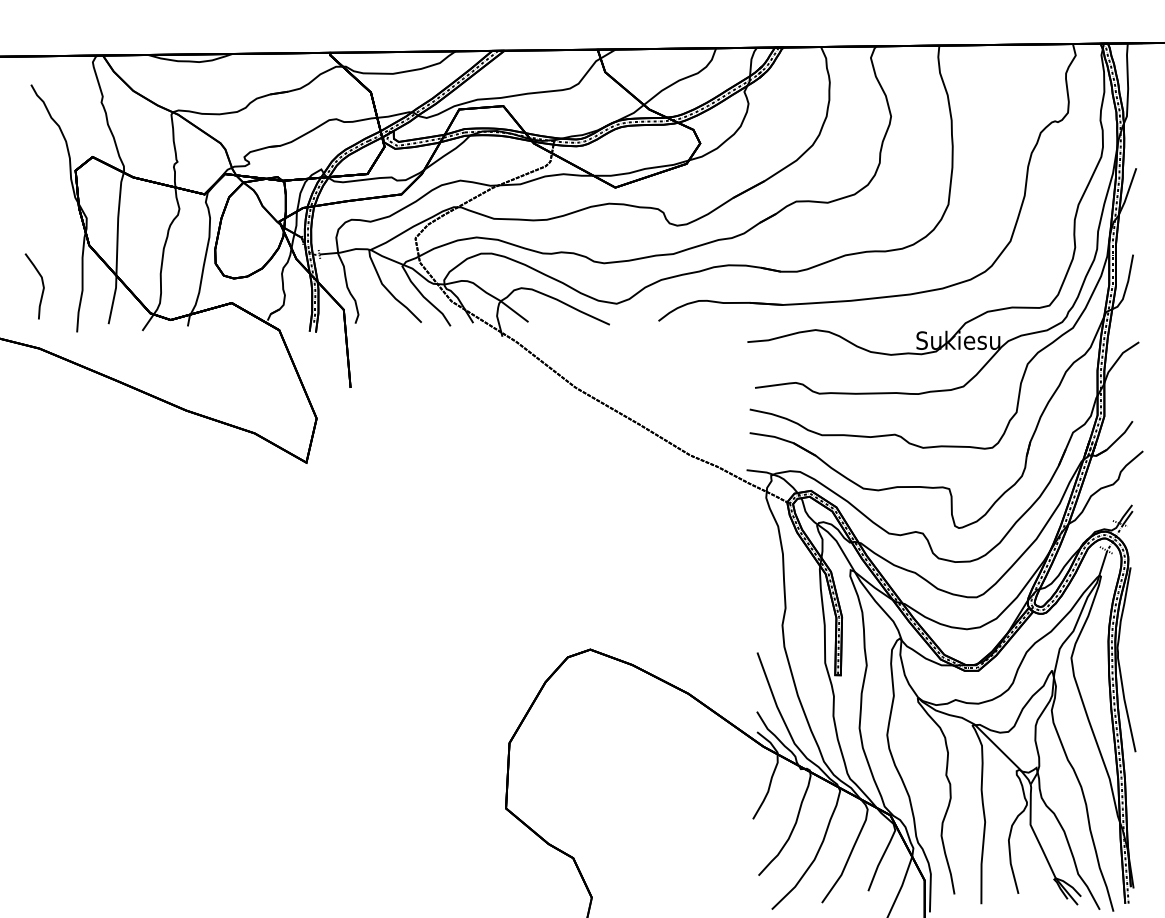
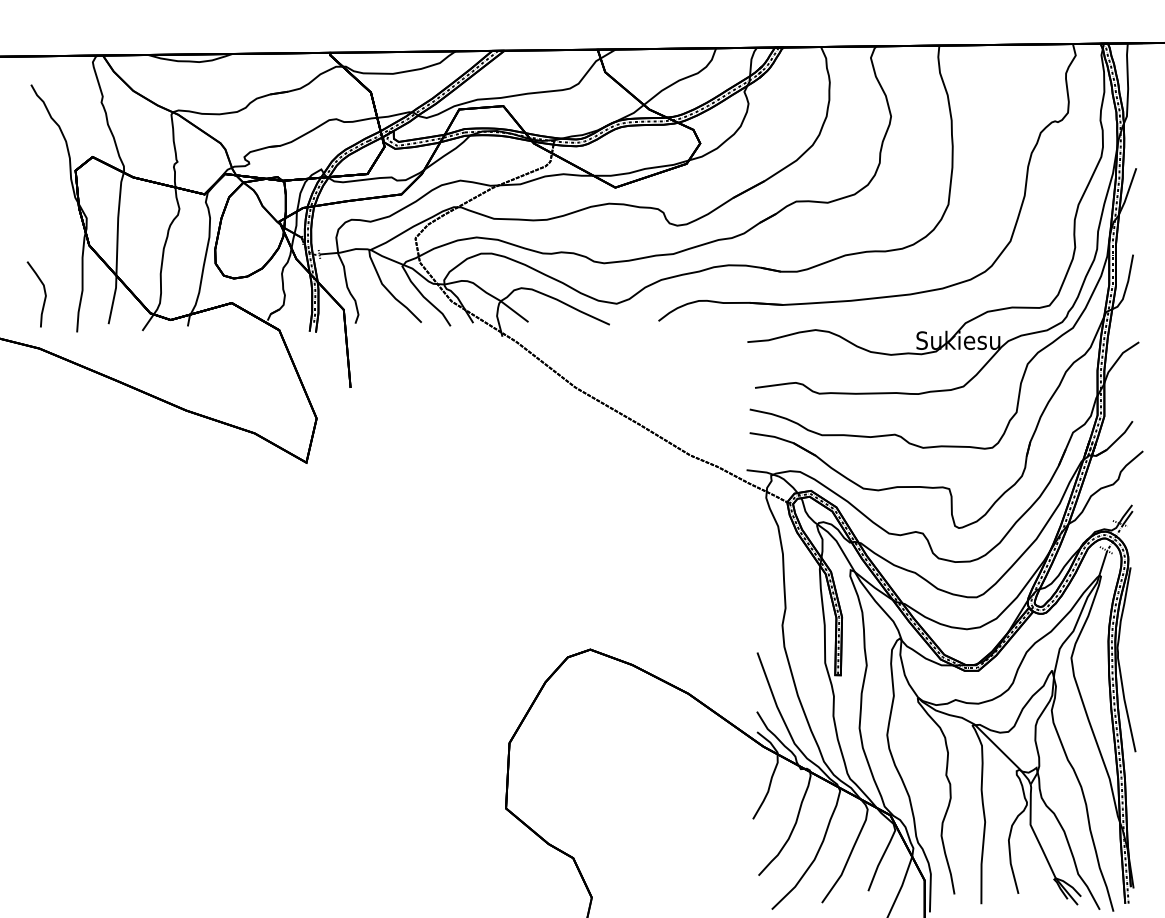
curve at (42, 286) position: (42, 286) -> (44, 294)
